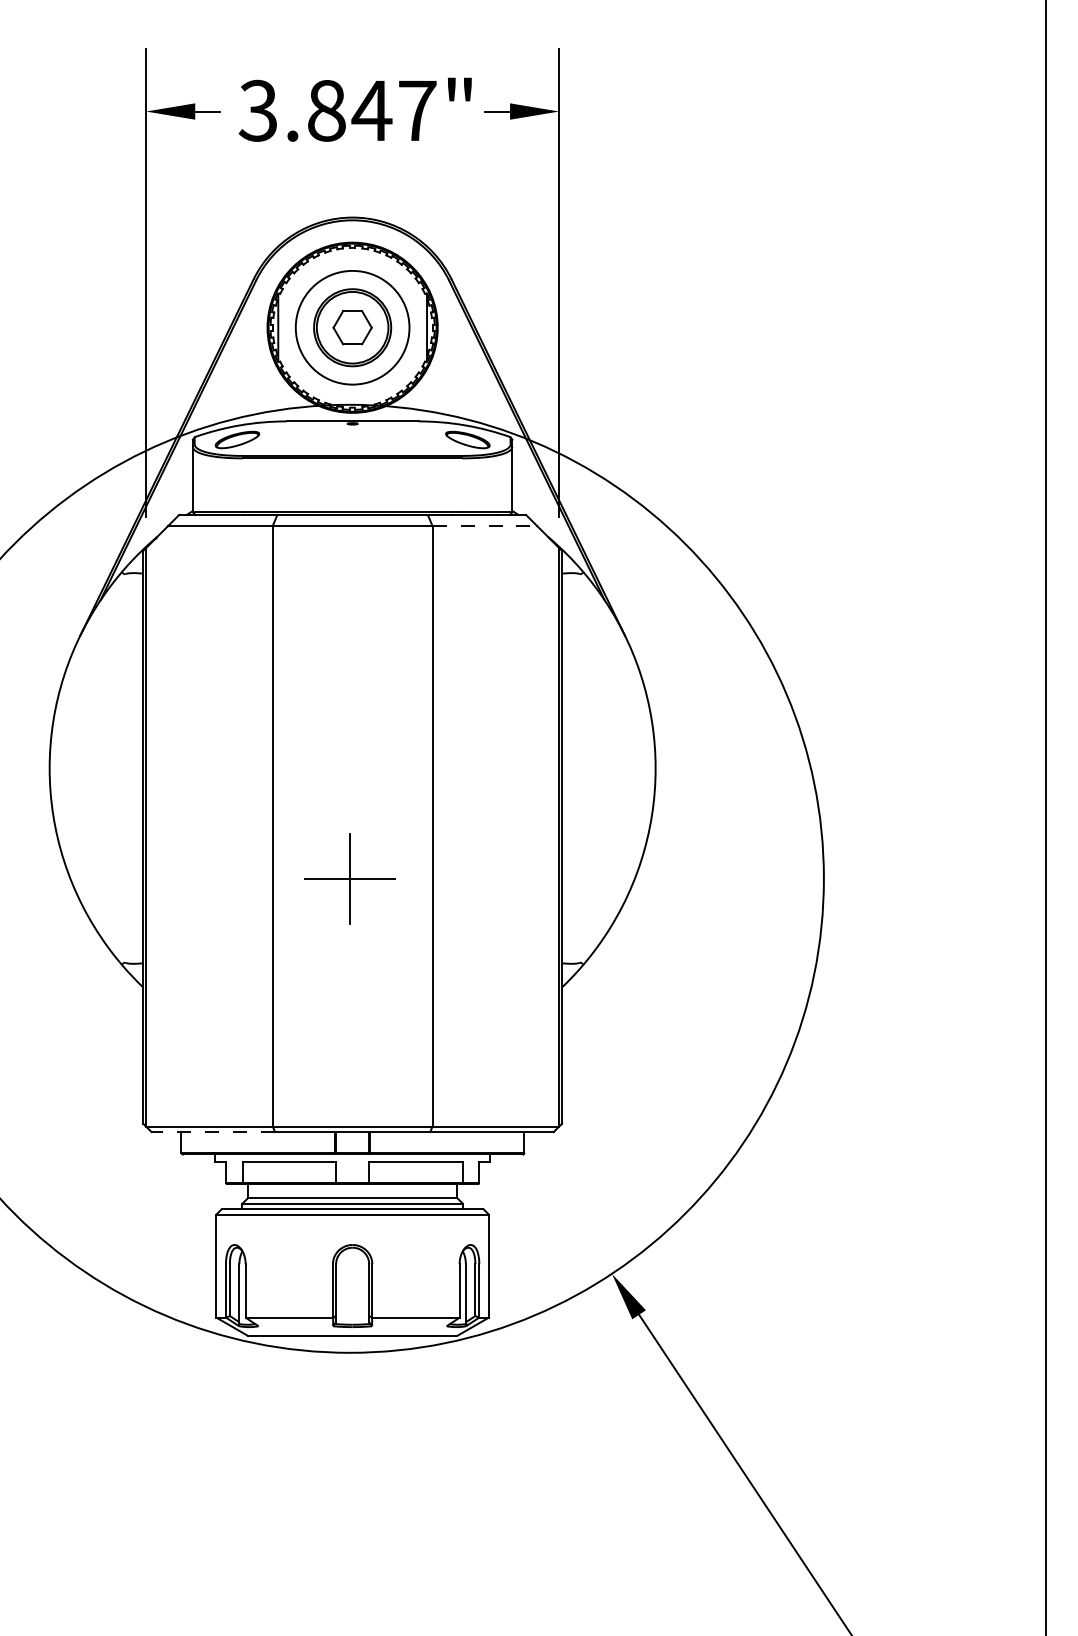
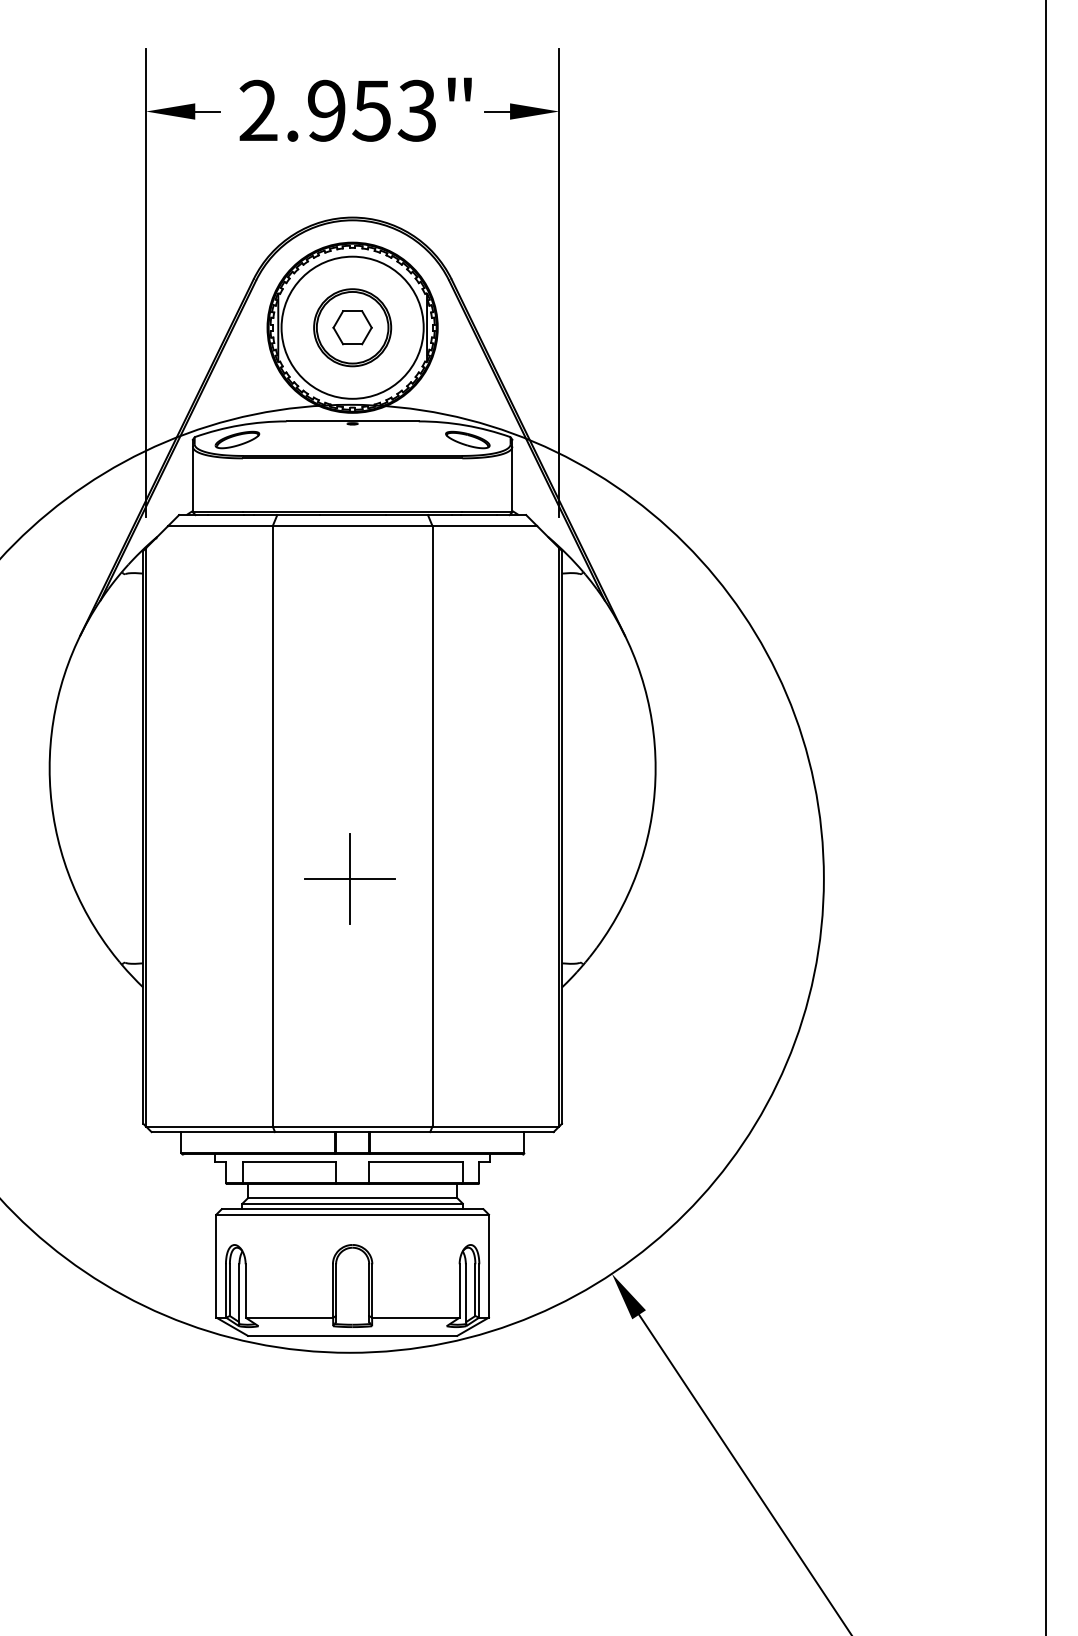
text at (337, 110): 3.847" -> 2.953"
circle at (352, 327) diameter: 114 px -> 142 px
line at (485, 526): dashed -> solid
line at (213, 1132): dashed -> solid
